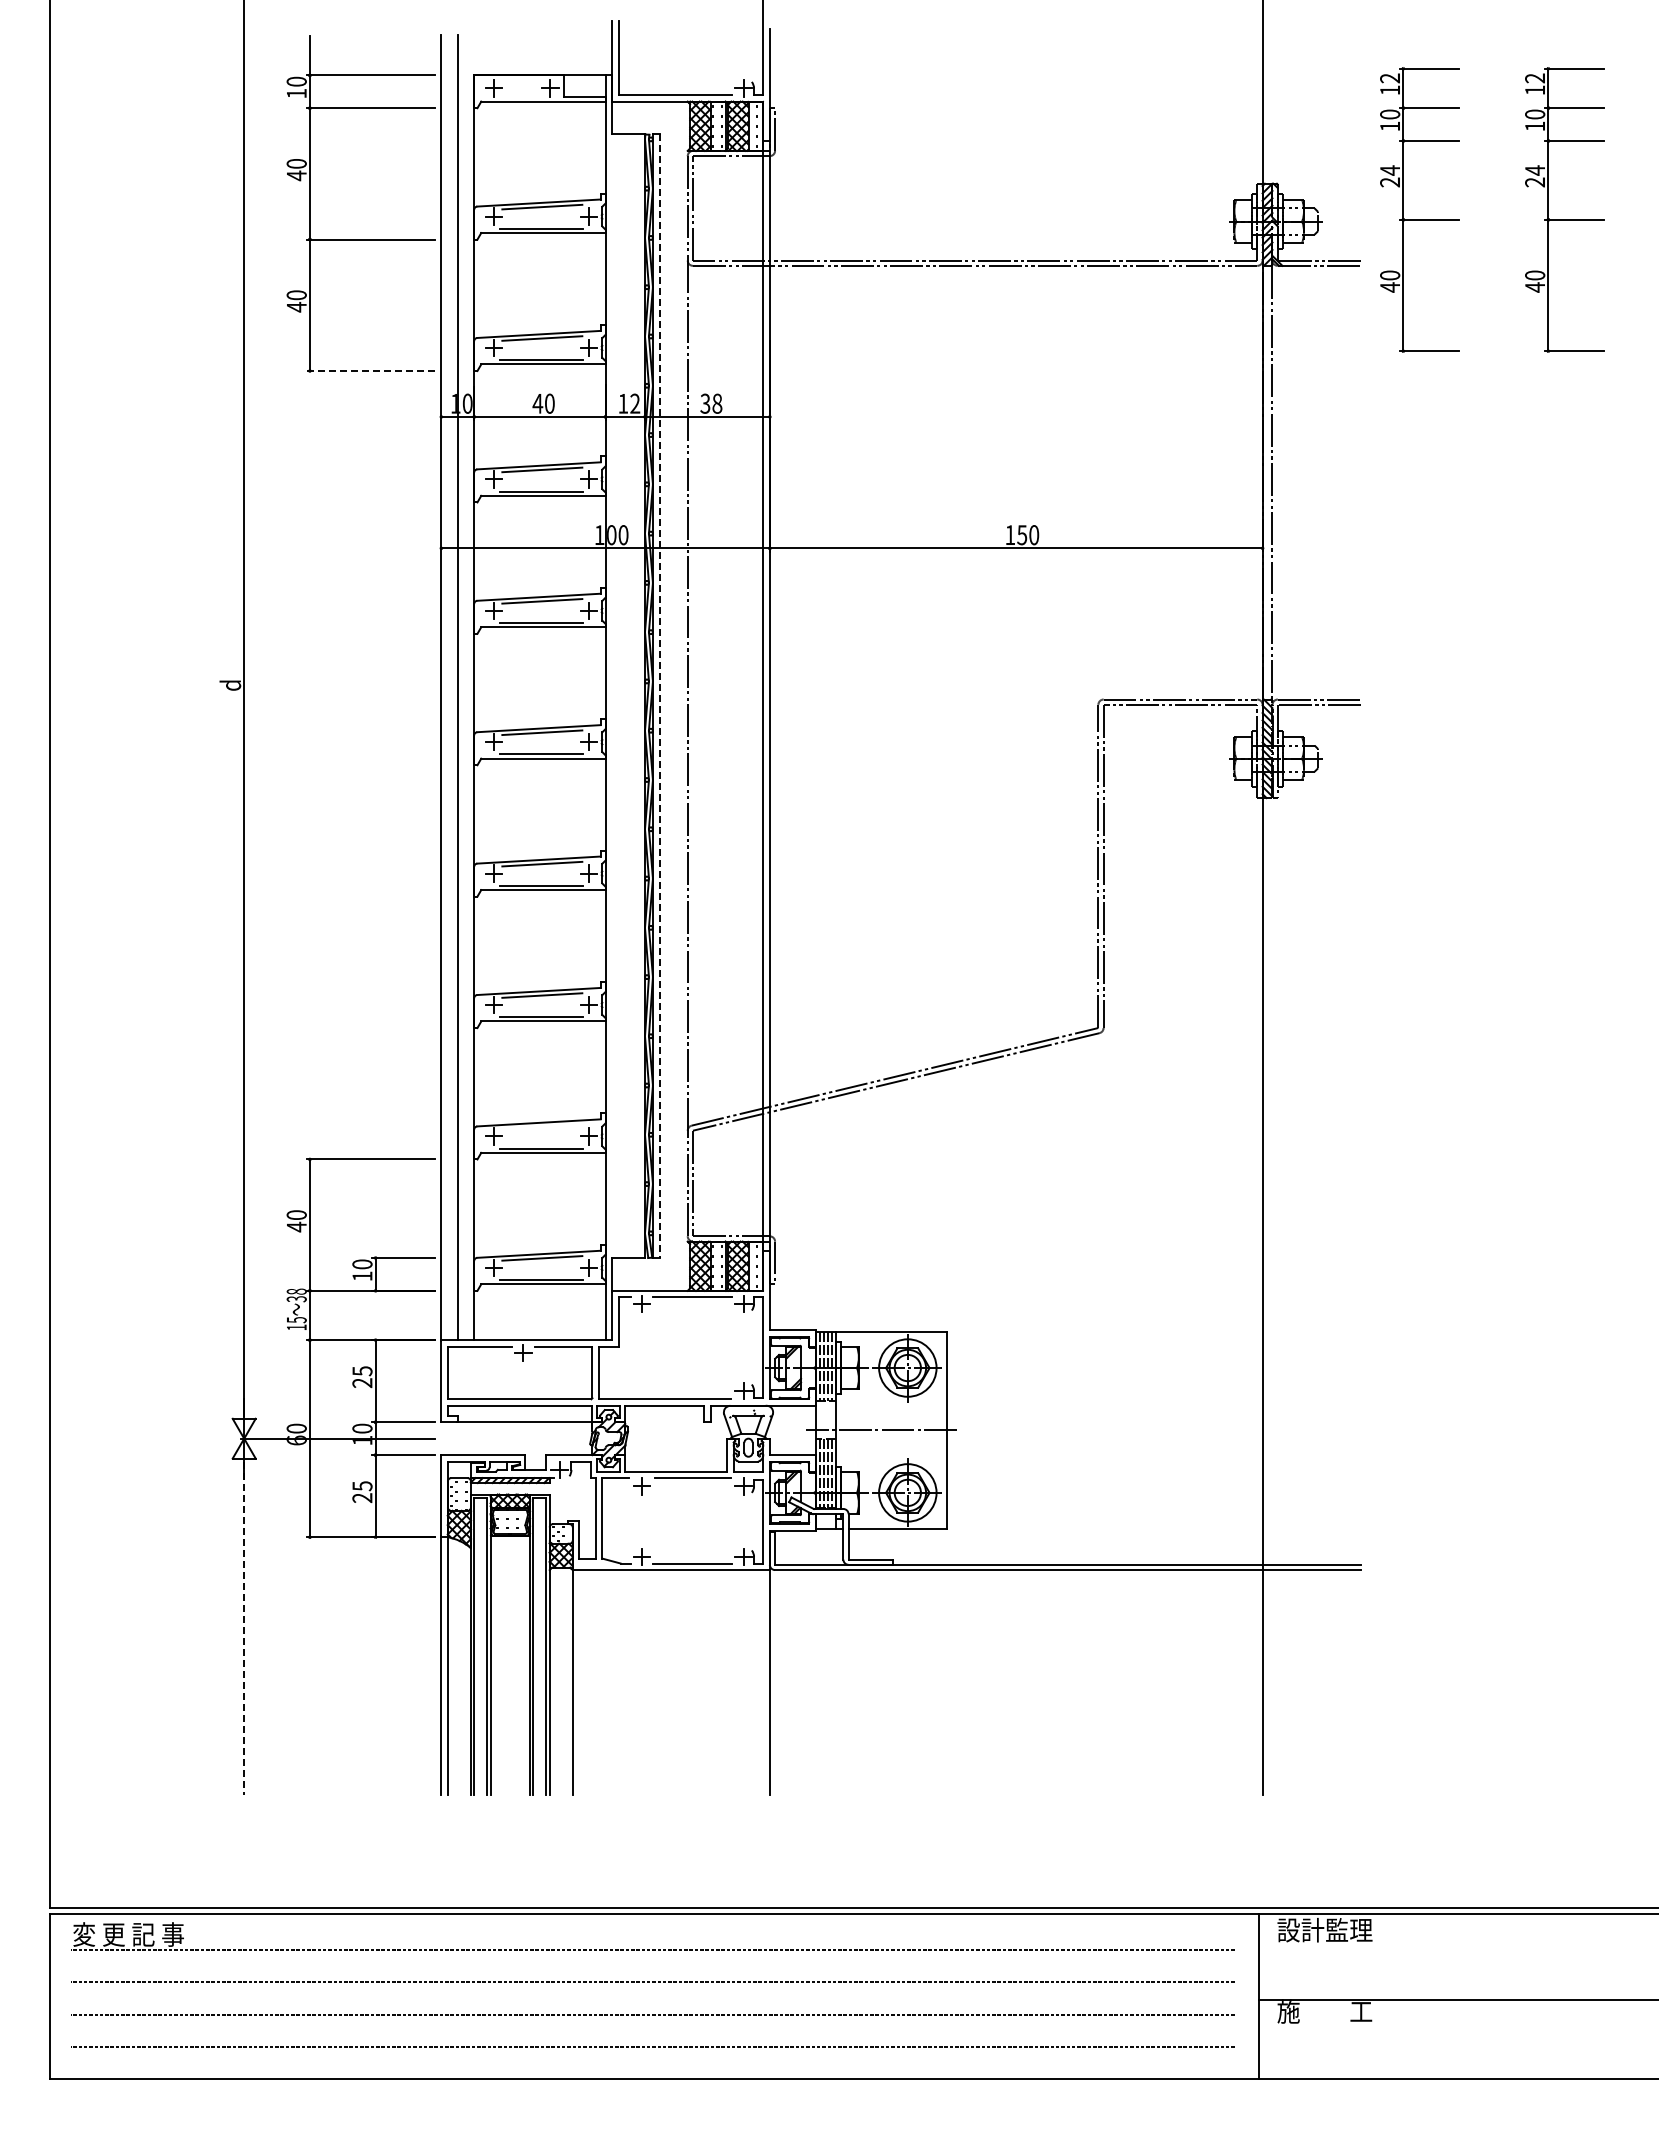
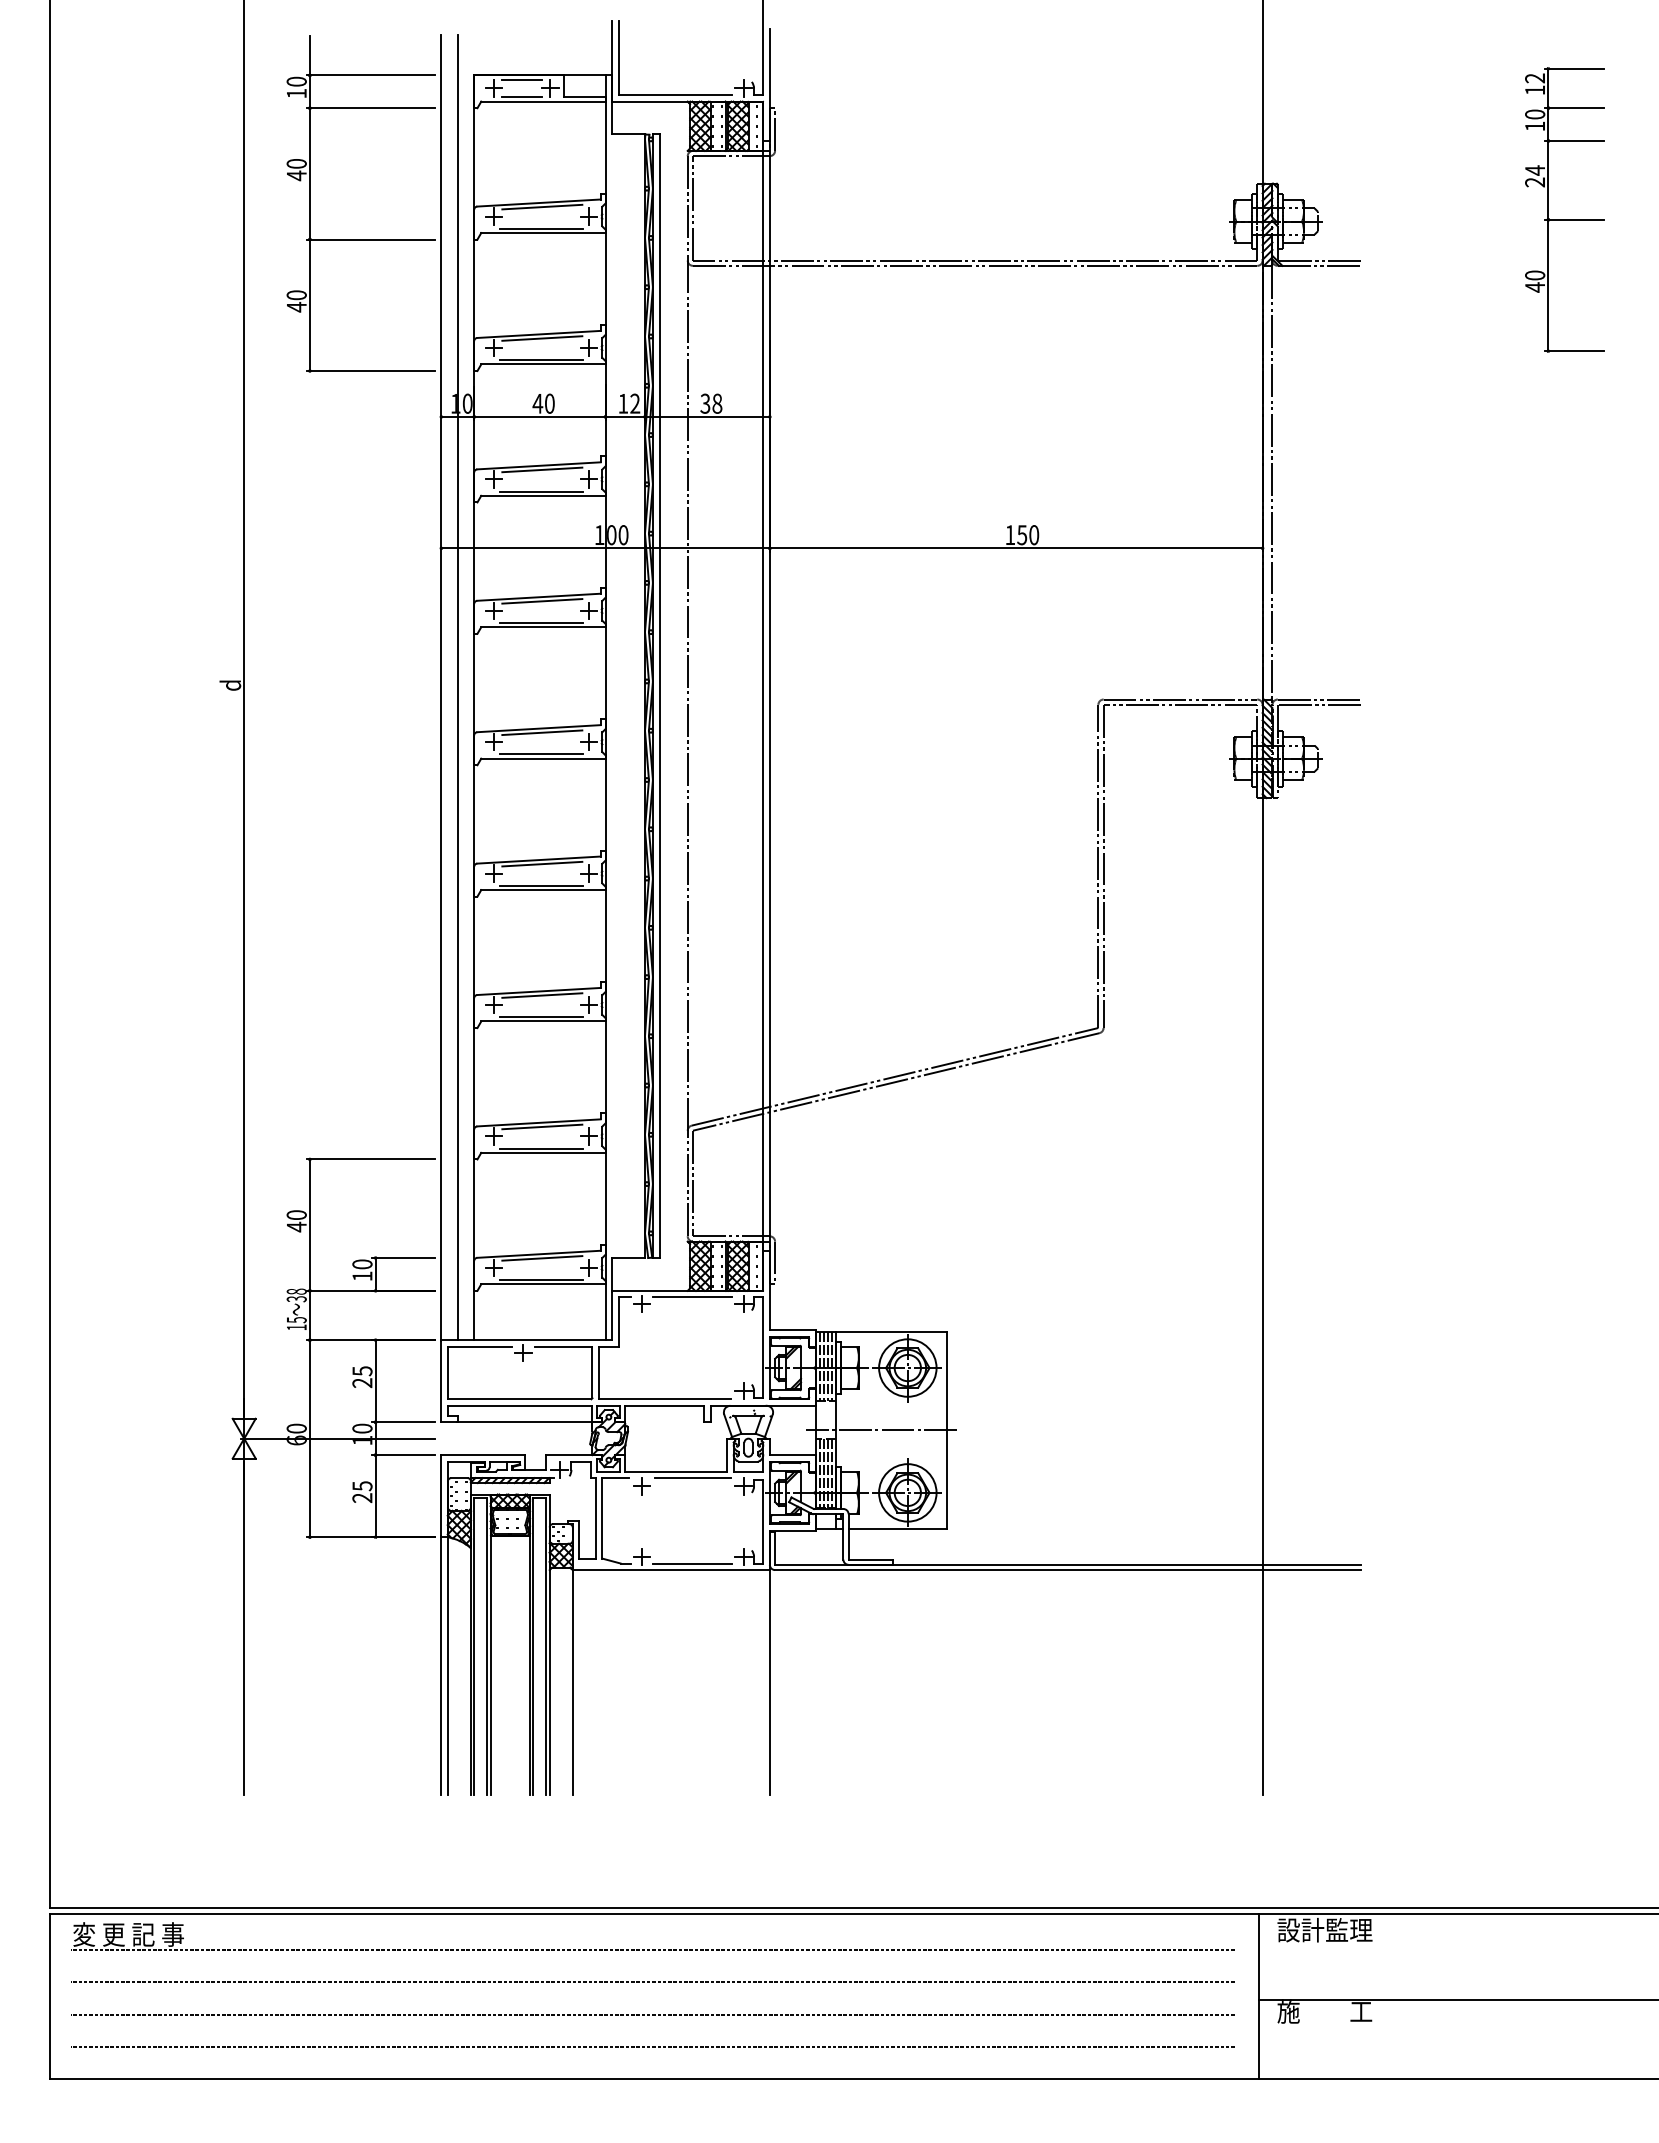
line at (521, 79): none -> present
line at (521, 97): none -> present
part at (1419, 219): present -> none
line at (370, 371): dashed -> solid
line at (659, 696): dashed -> solid
line at (542, 1126): none -> present
line at (244, 1628): dashed -> solid
